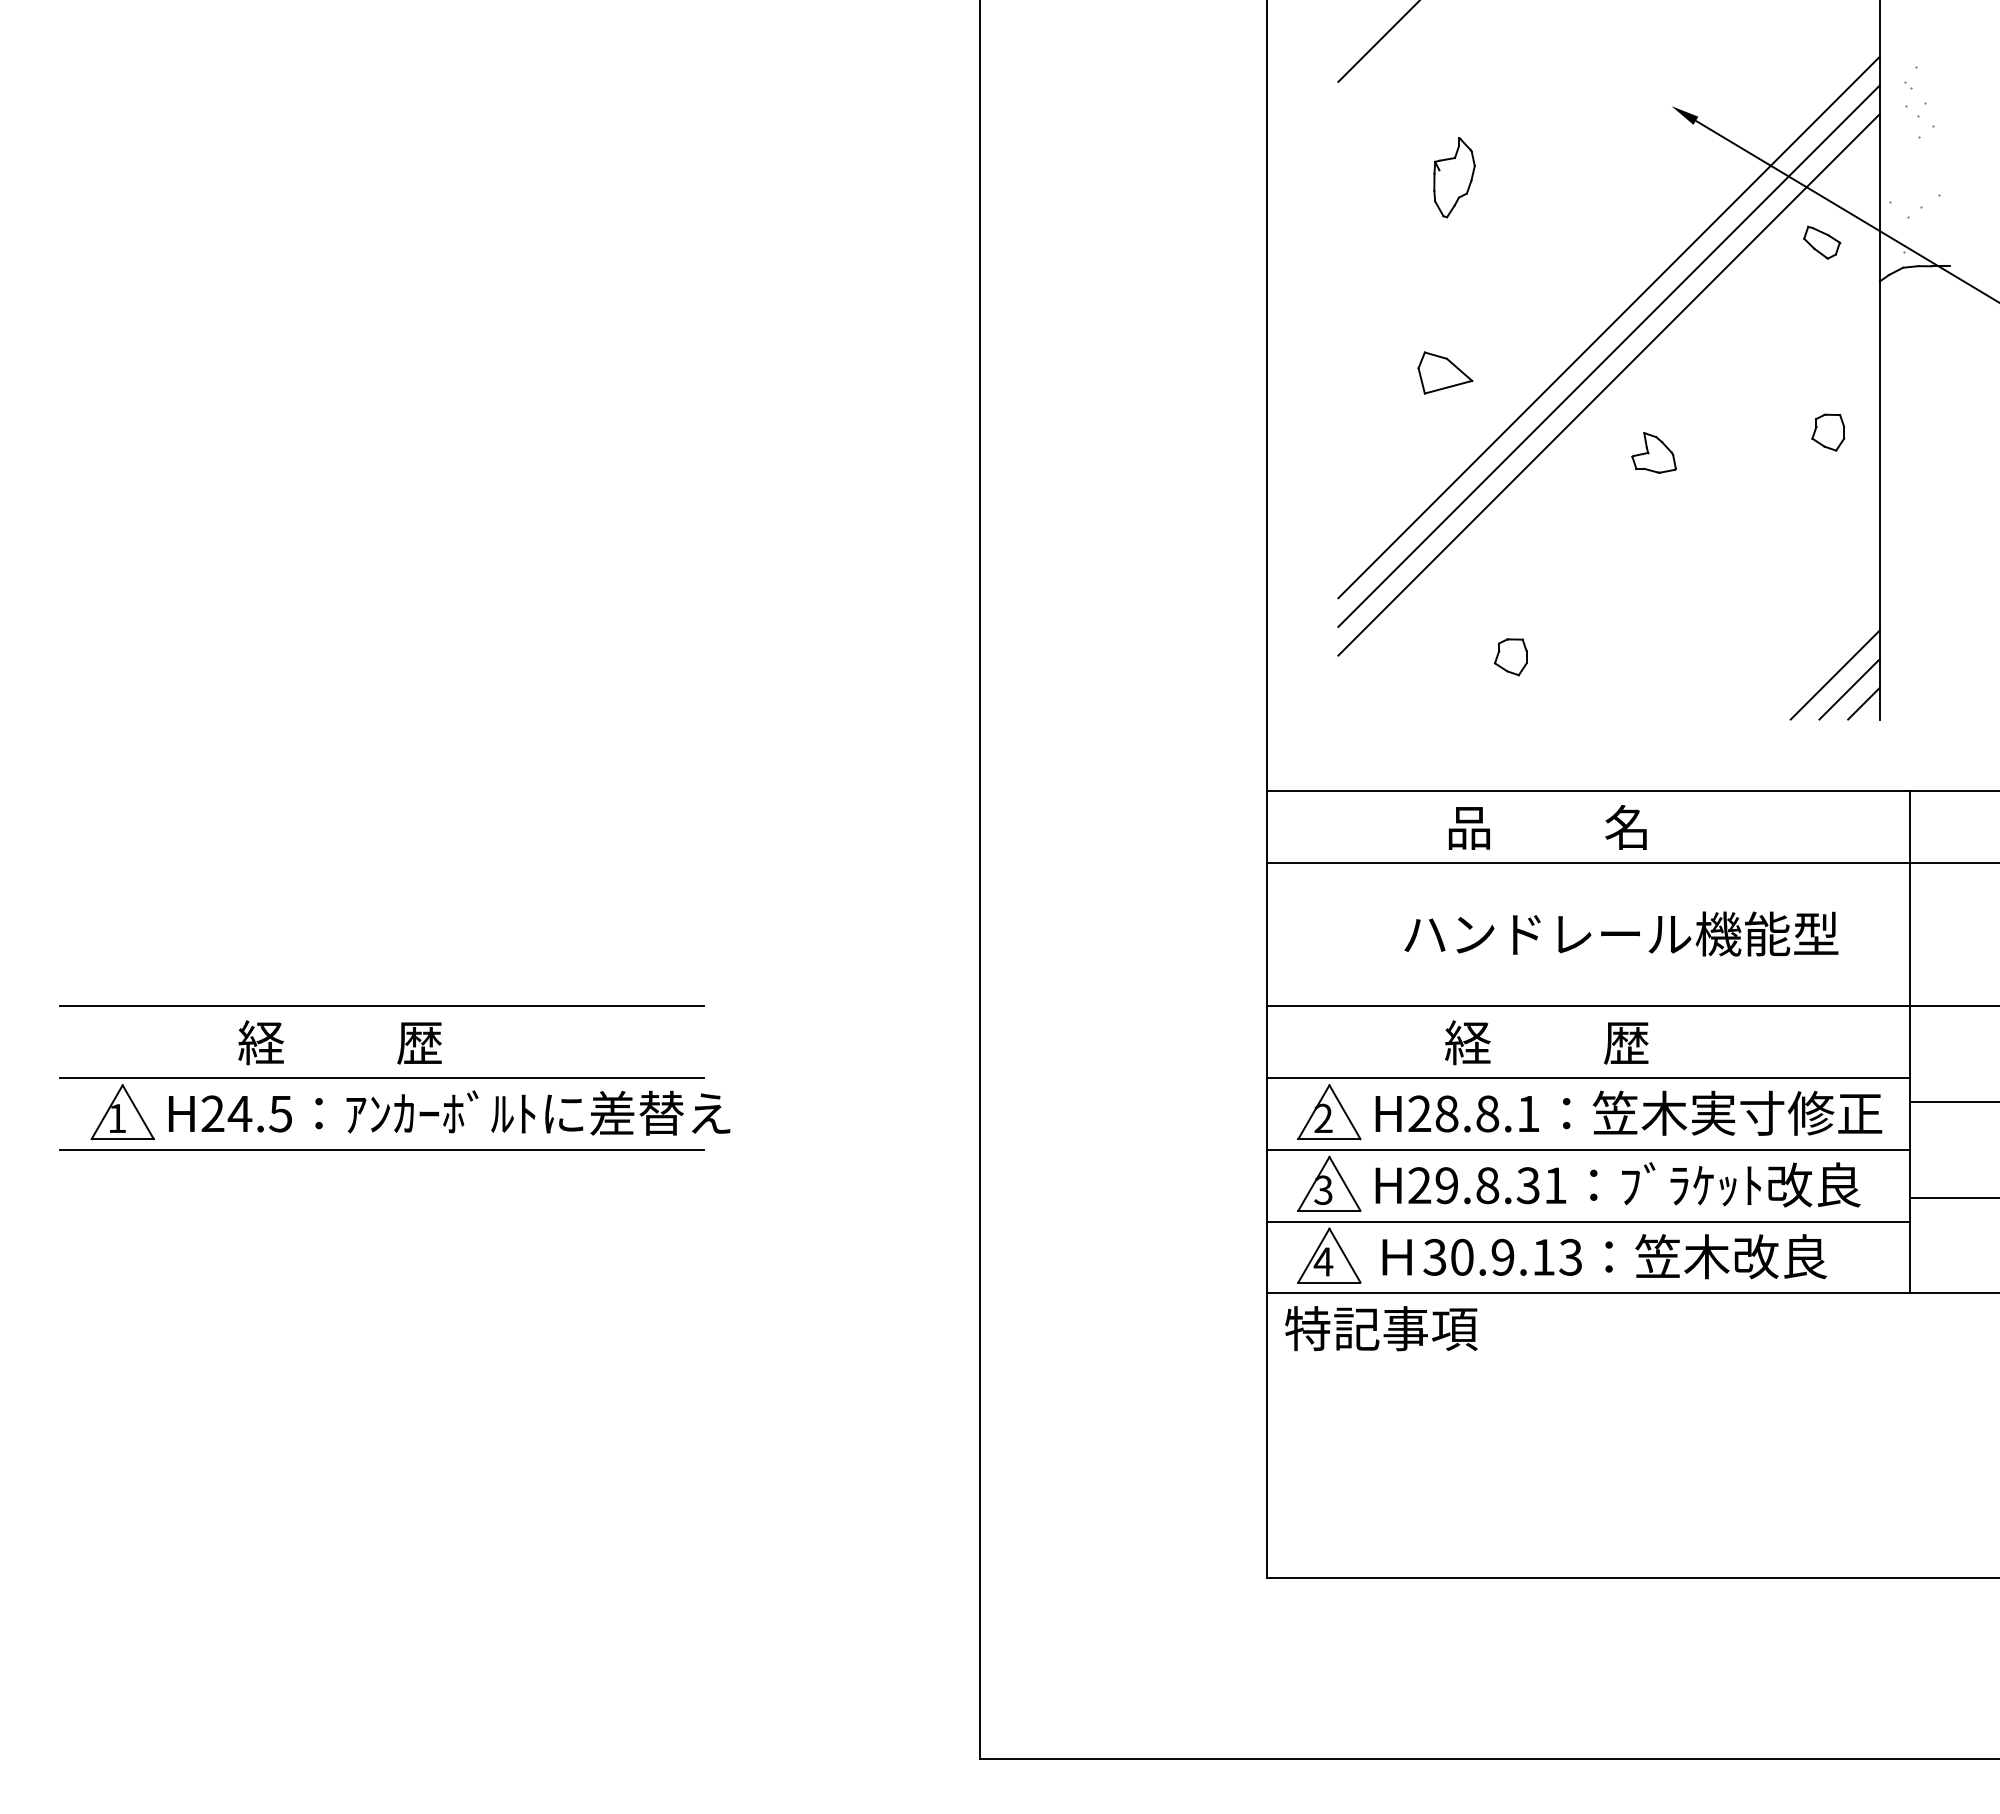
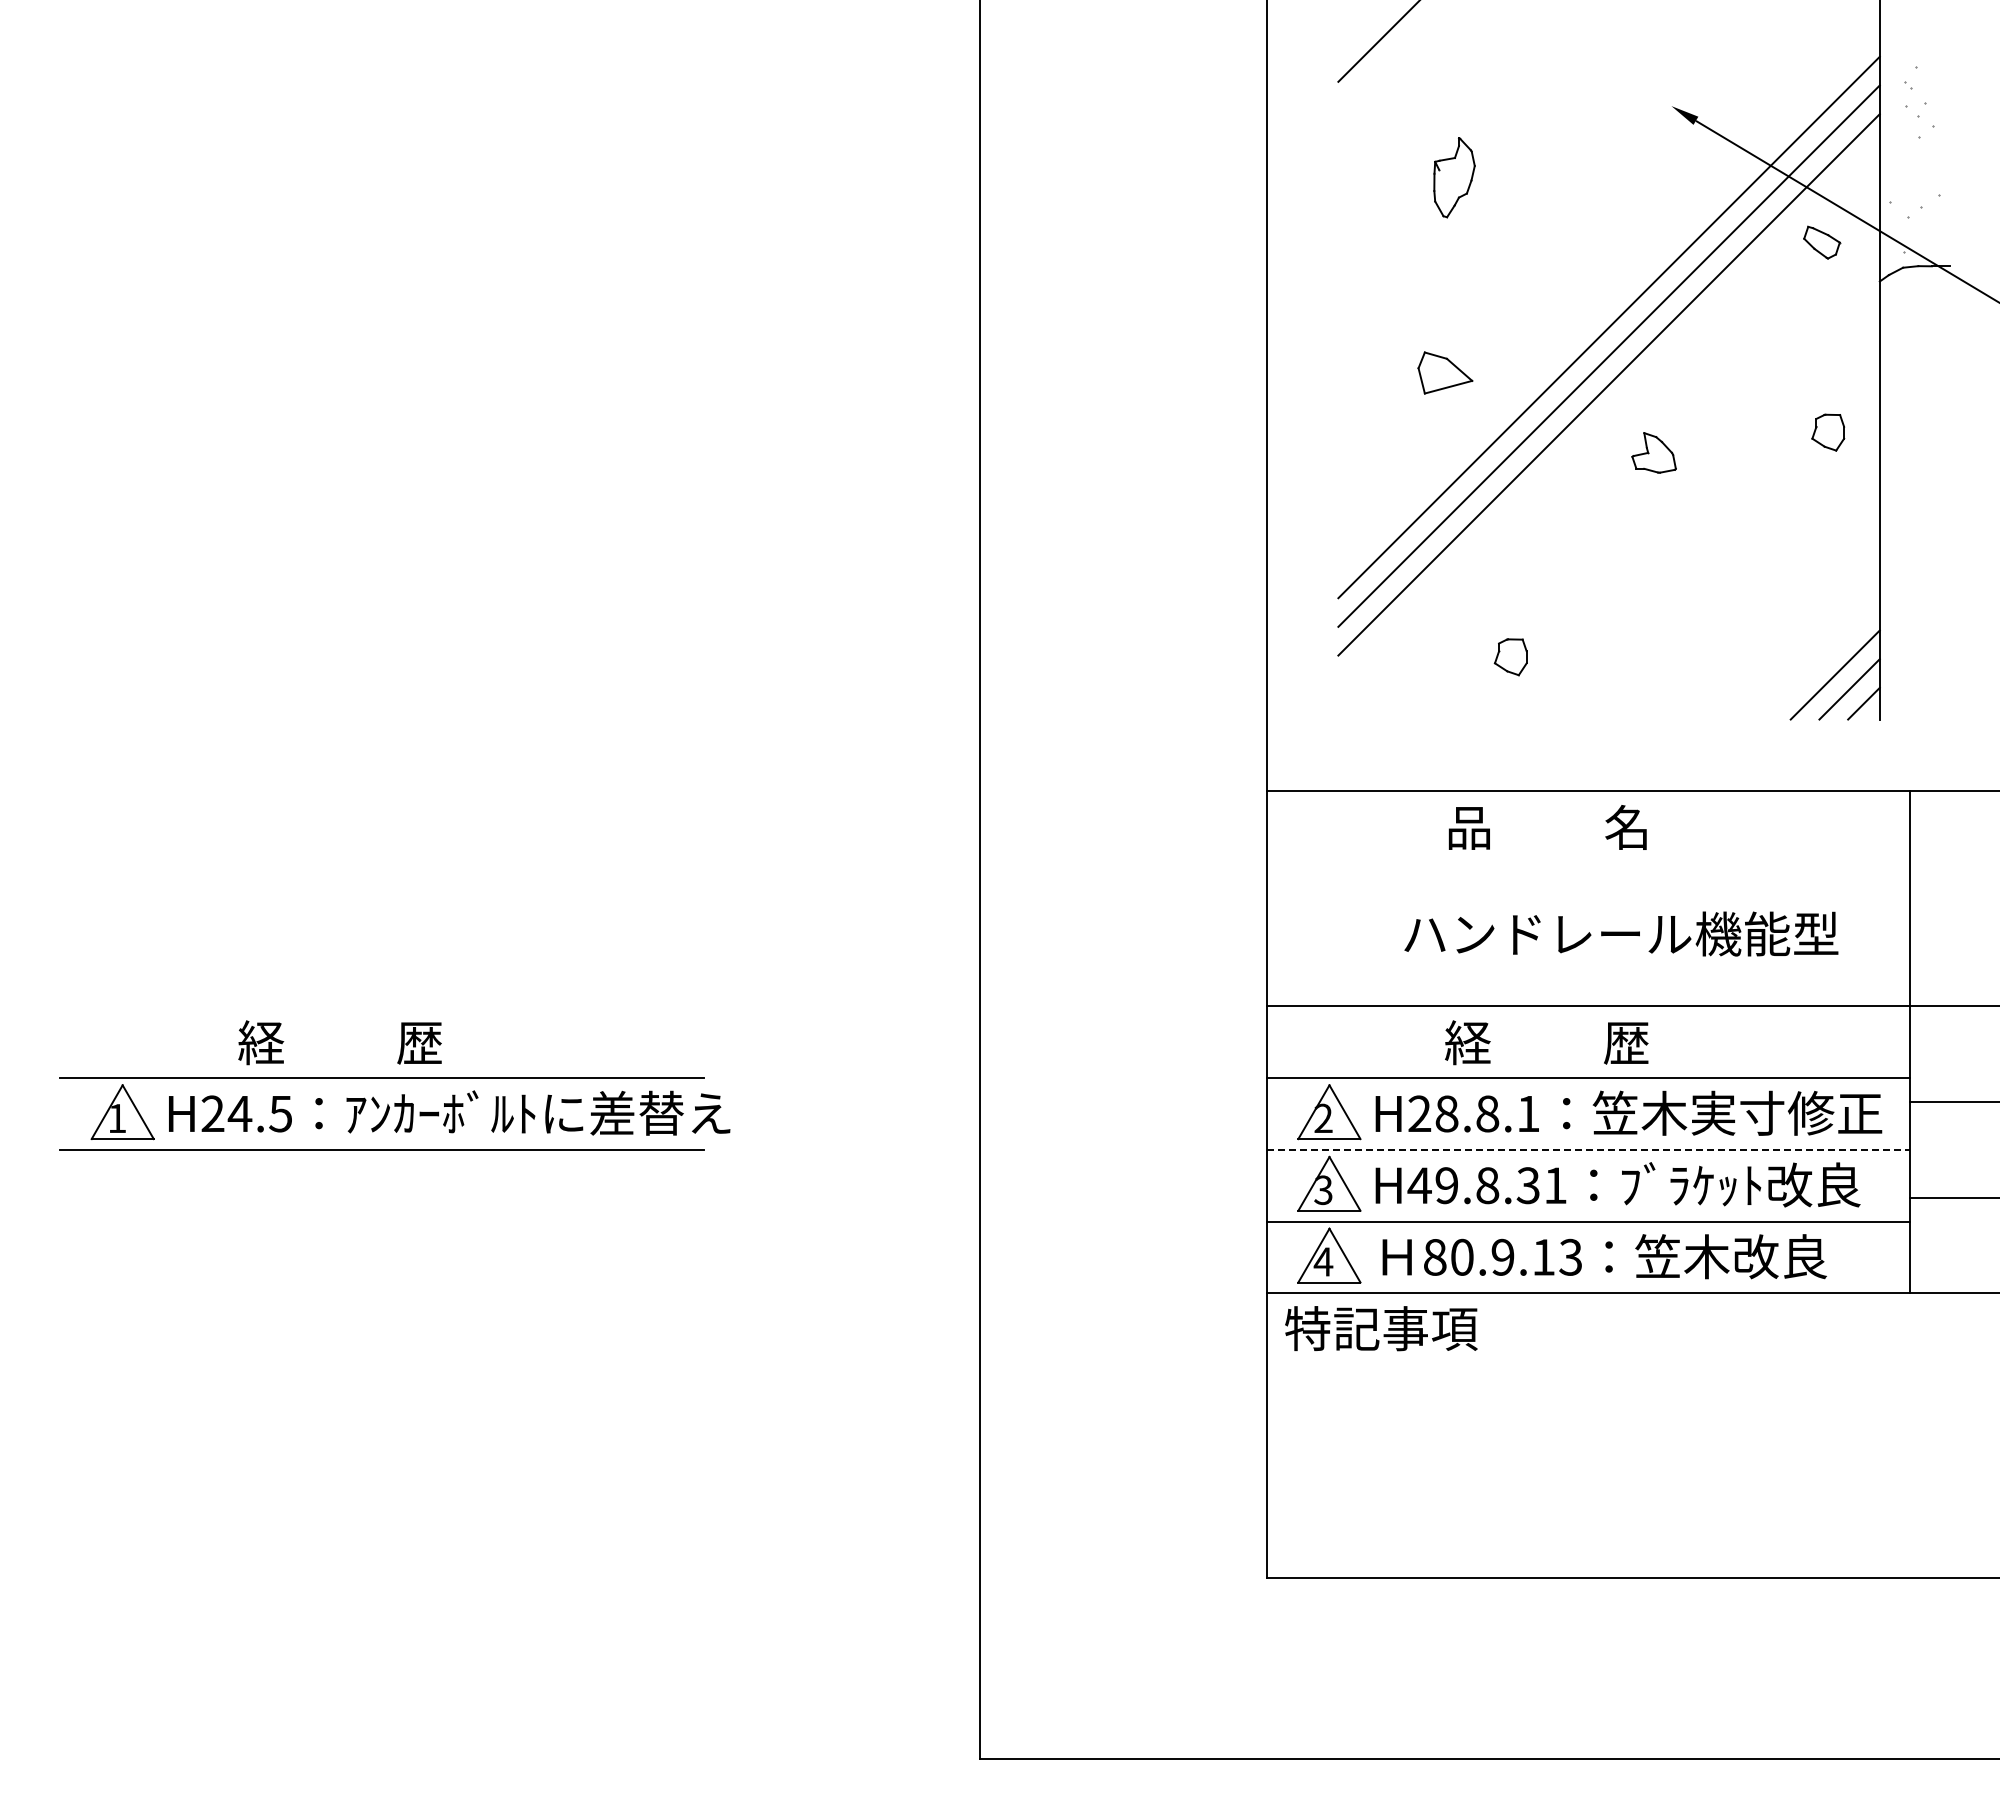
line at (1631, 862): present -> none
line at (381, 1005): present -> none
line at (1588, 1149): solid -> dashed
text at (1419, 1185): H29.8.31 -> H49.8.31
text at (1434, 1256): 30.9.13 -> 80.9.13
